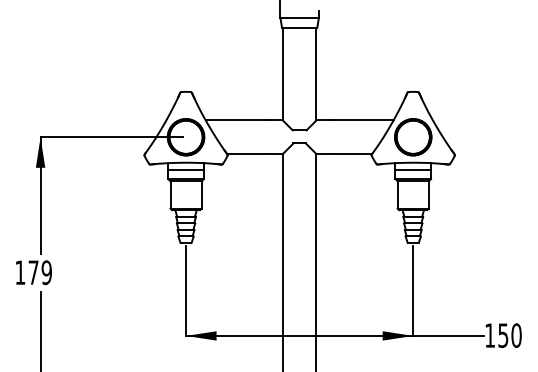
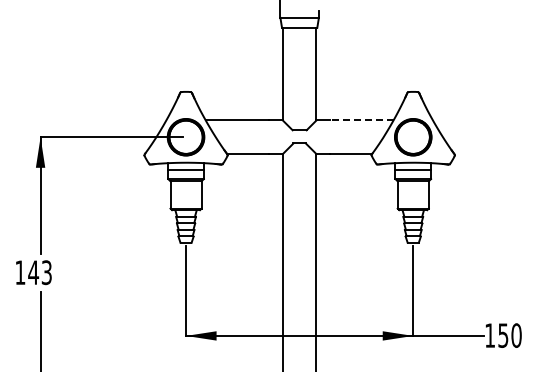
line at (361, 120): solid -> dashed
text at (39, 272): 179 -> 143
